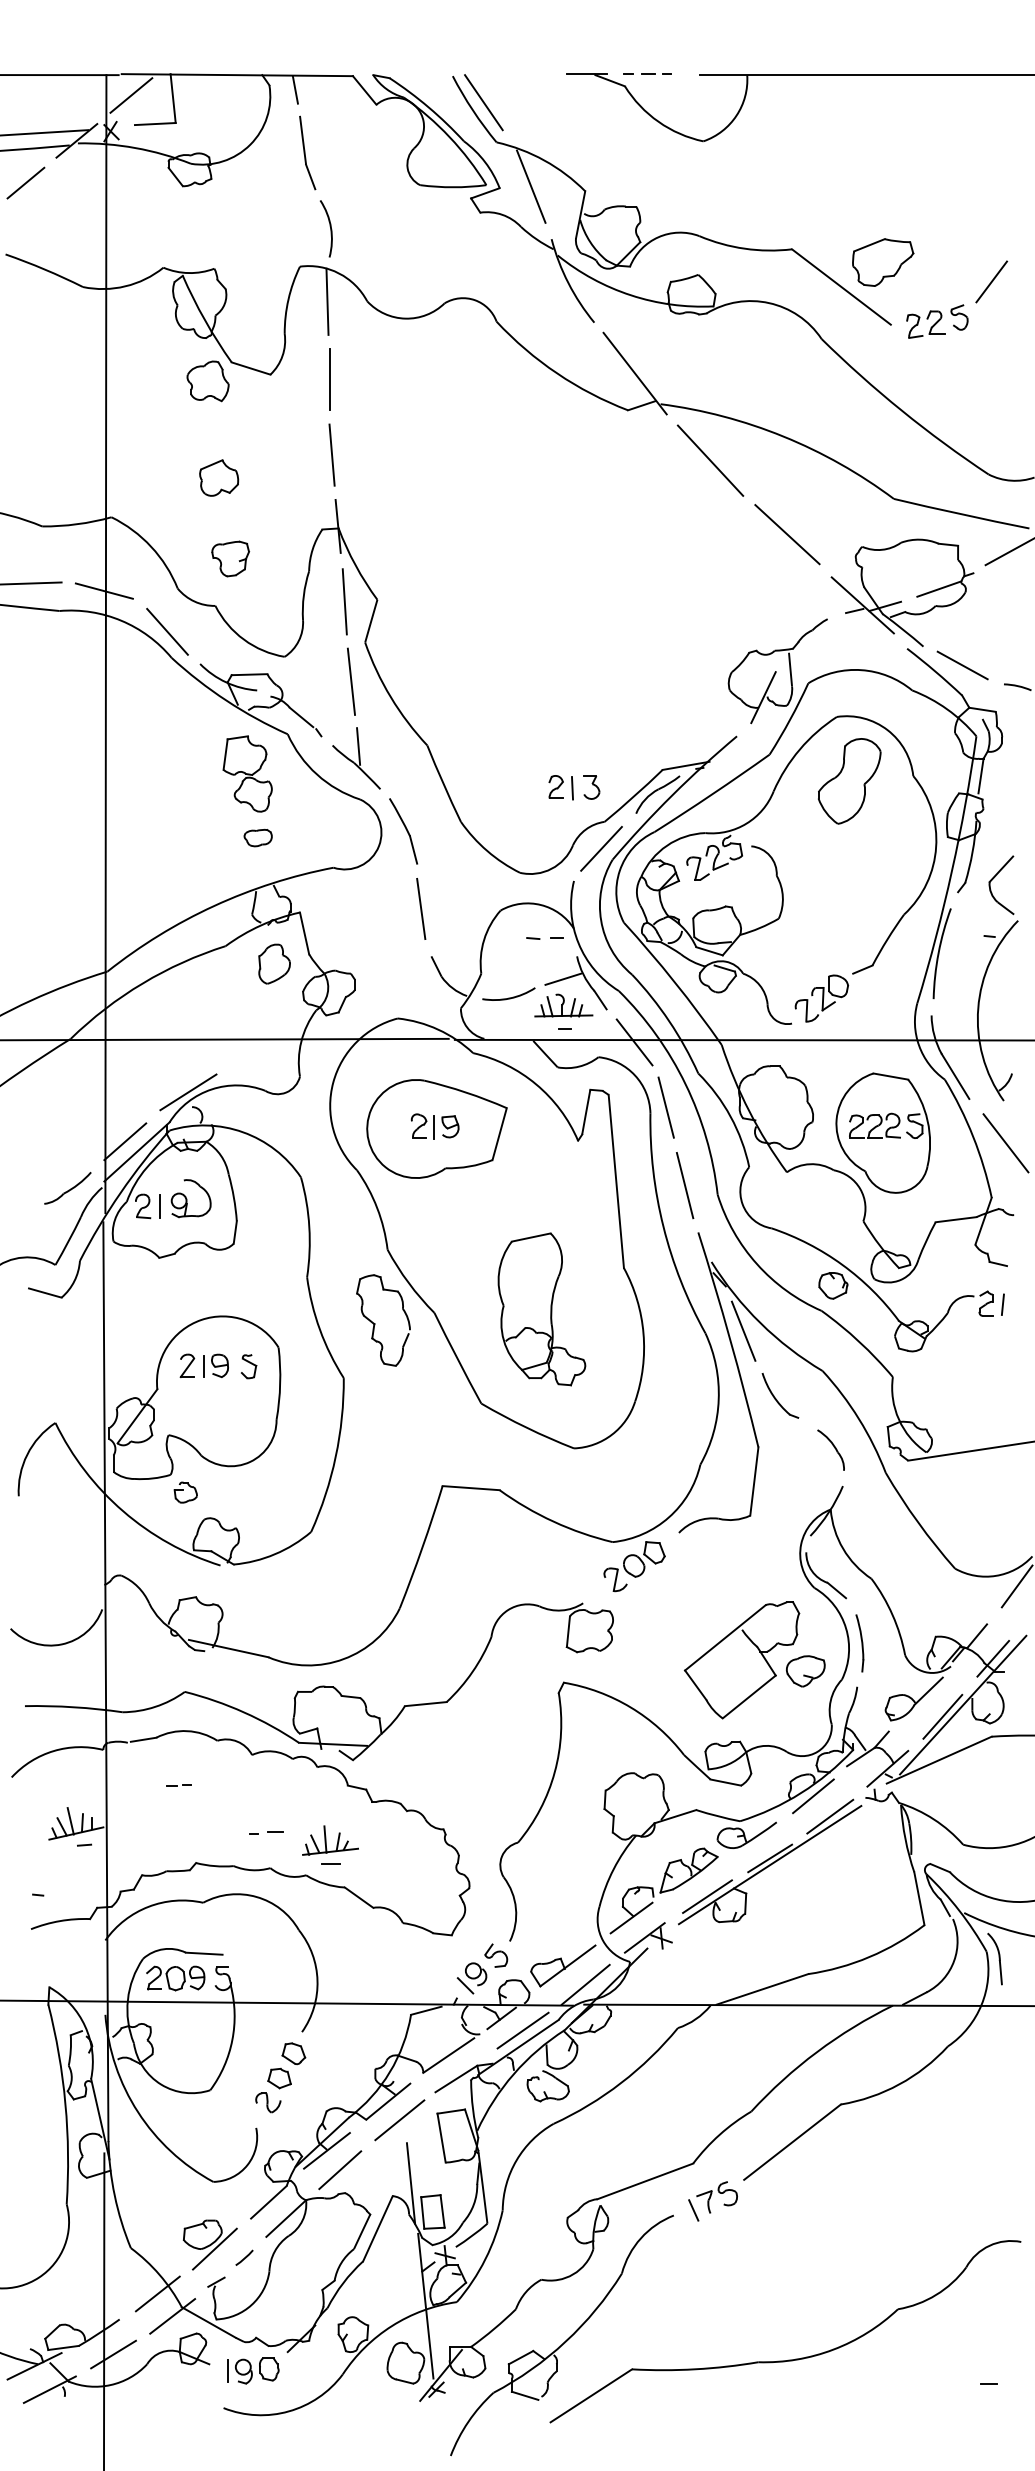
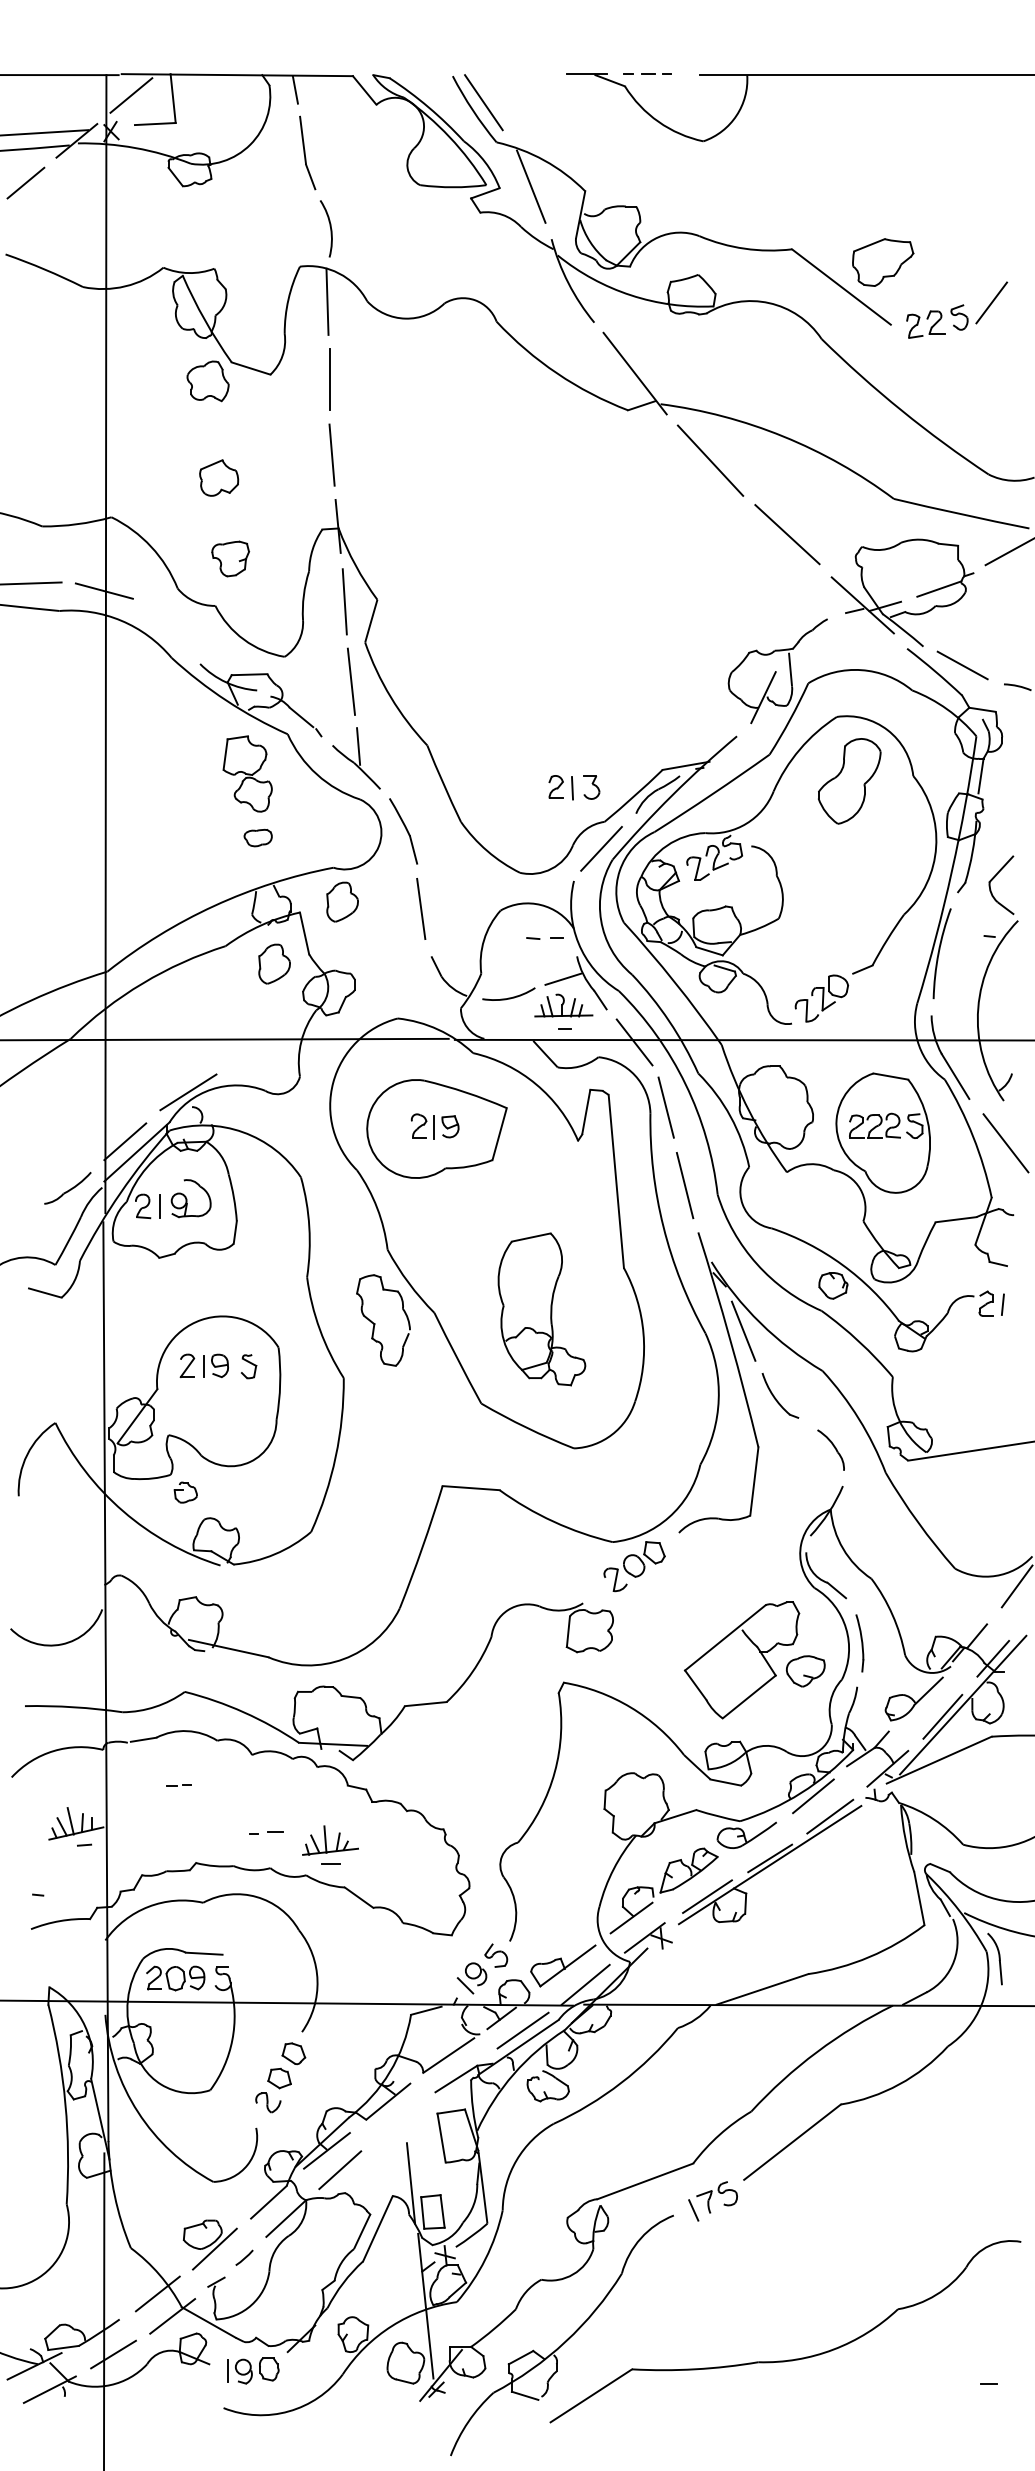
line at (991, 281) position: (991, 281) -> (991, 302)
line at (167, 631): present -> none
part at (342, 901): none -> present
line at (399, 2120): present -> none
